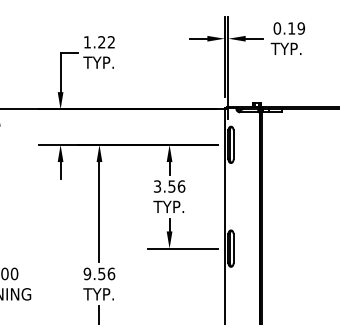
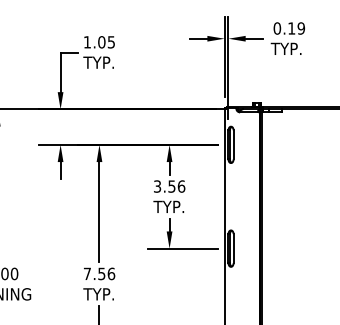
text at (106, 42): 1.22 -> 1.05
text at (87, 273): 9.56 -> 7.56
